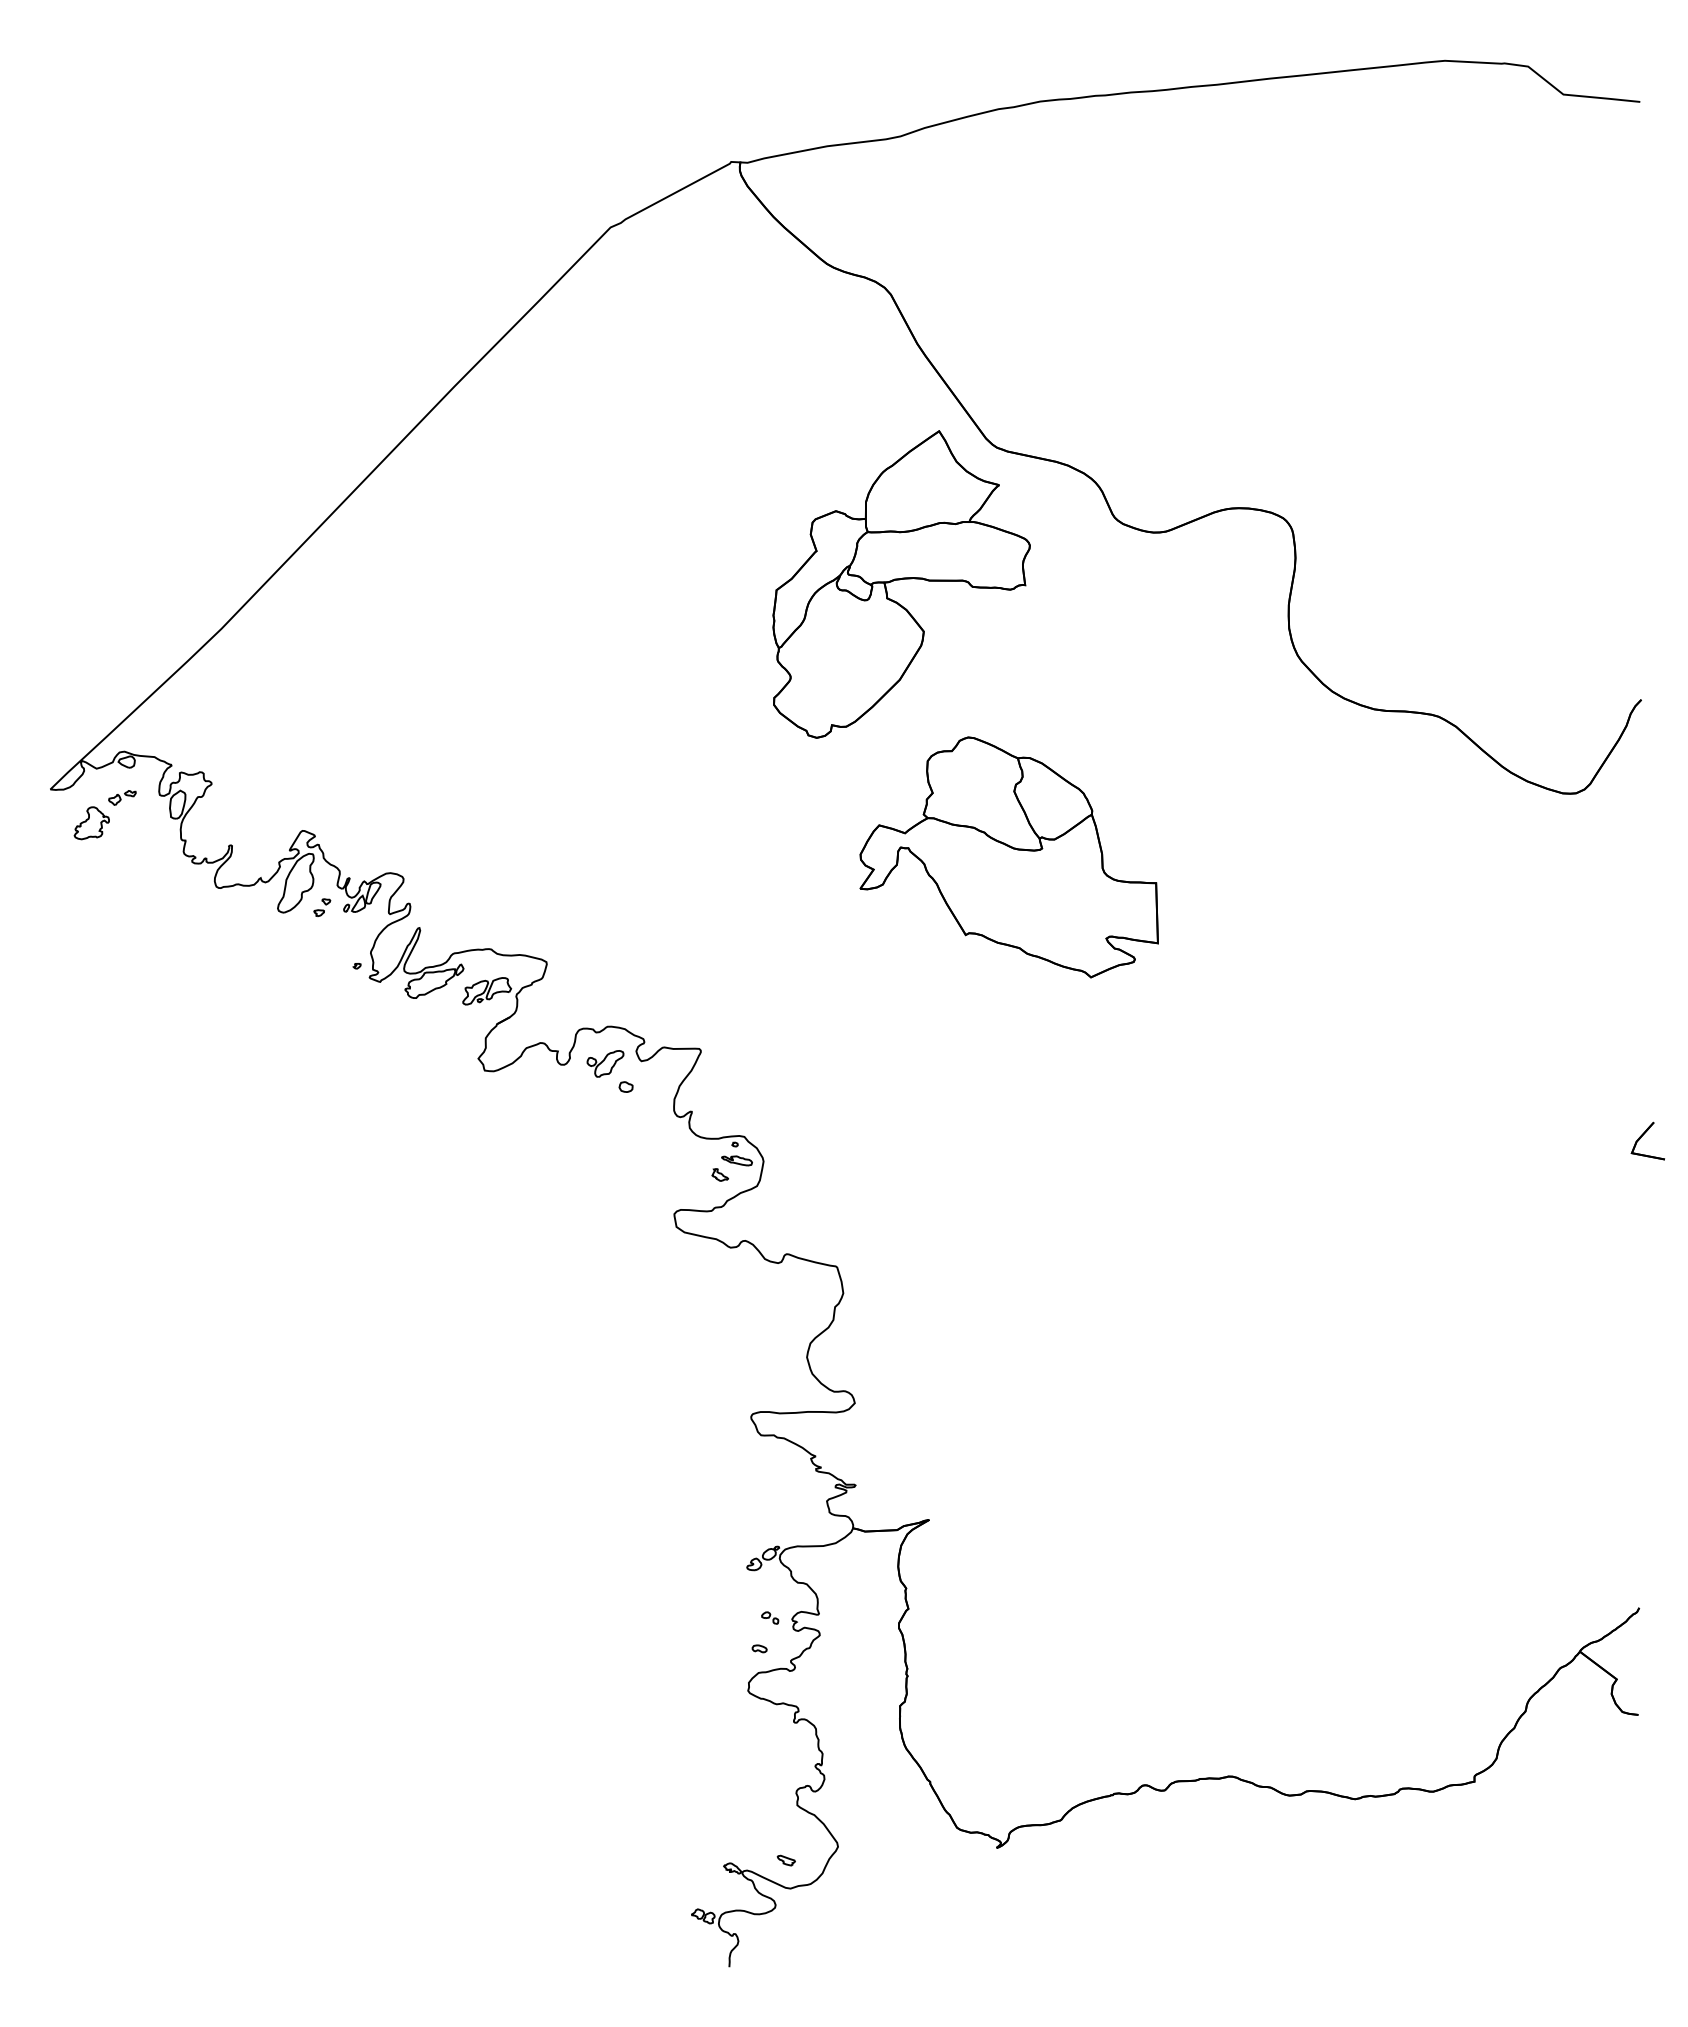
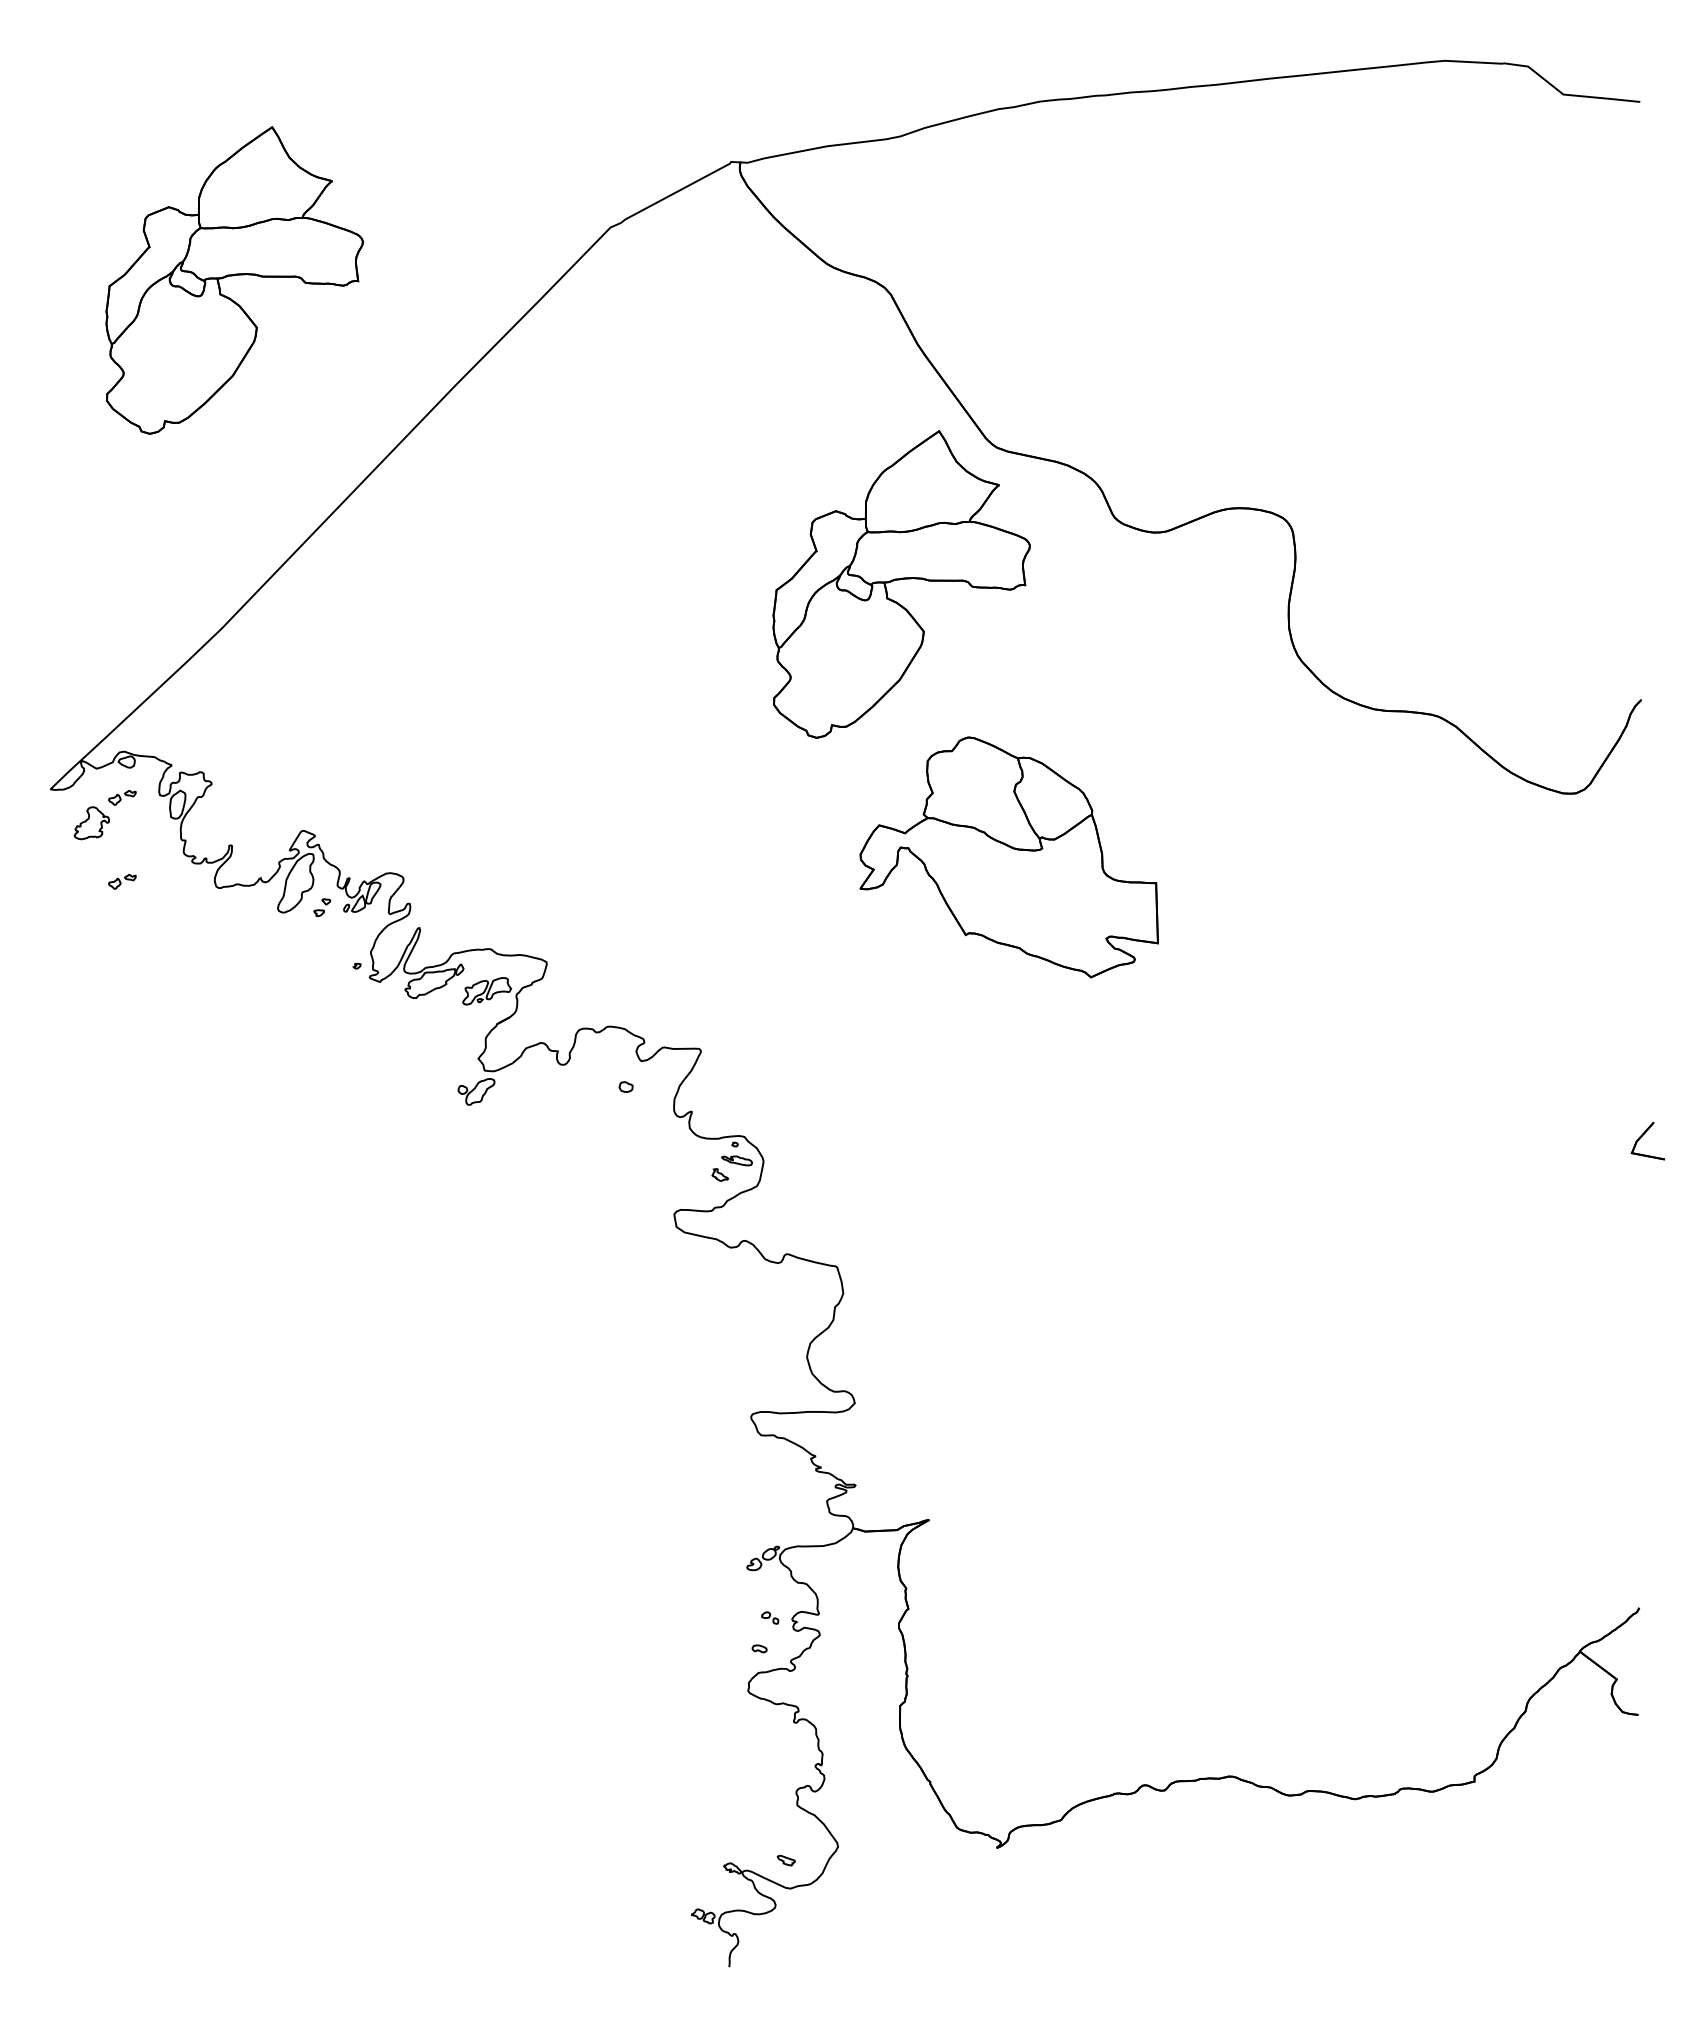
part at (234, 280): none -> present
part at (122, 881): none -> present
part at (605, 1063) position: (605, 1063) -> (476, 1091)
